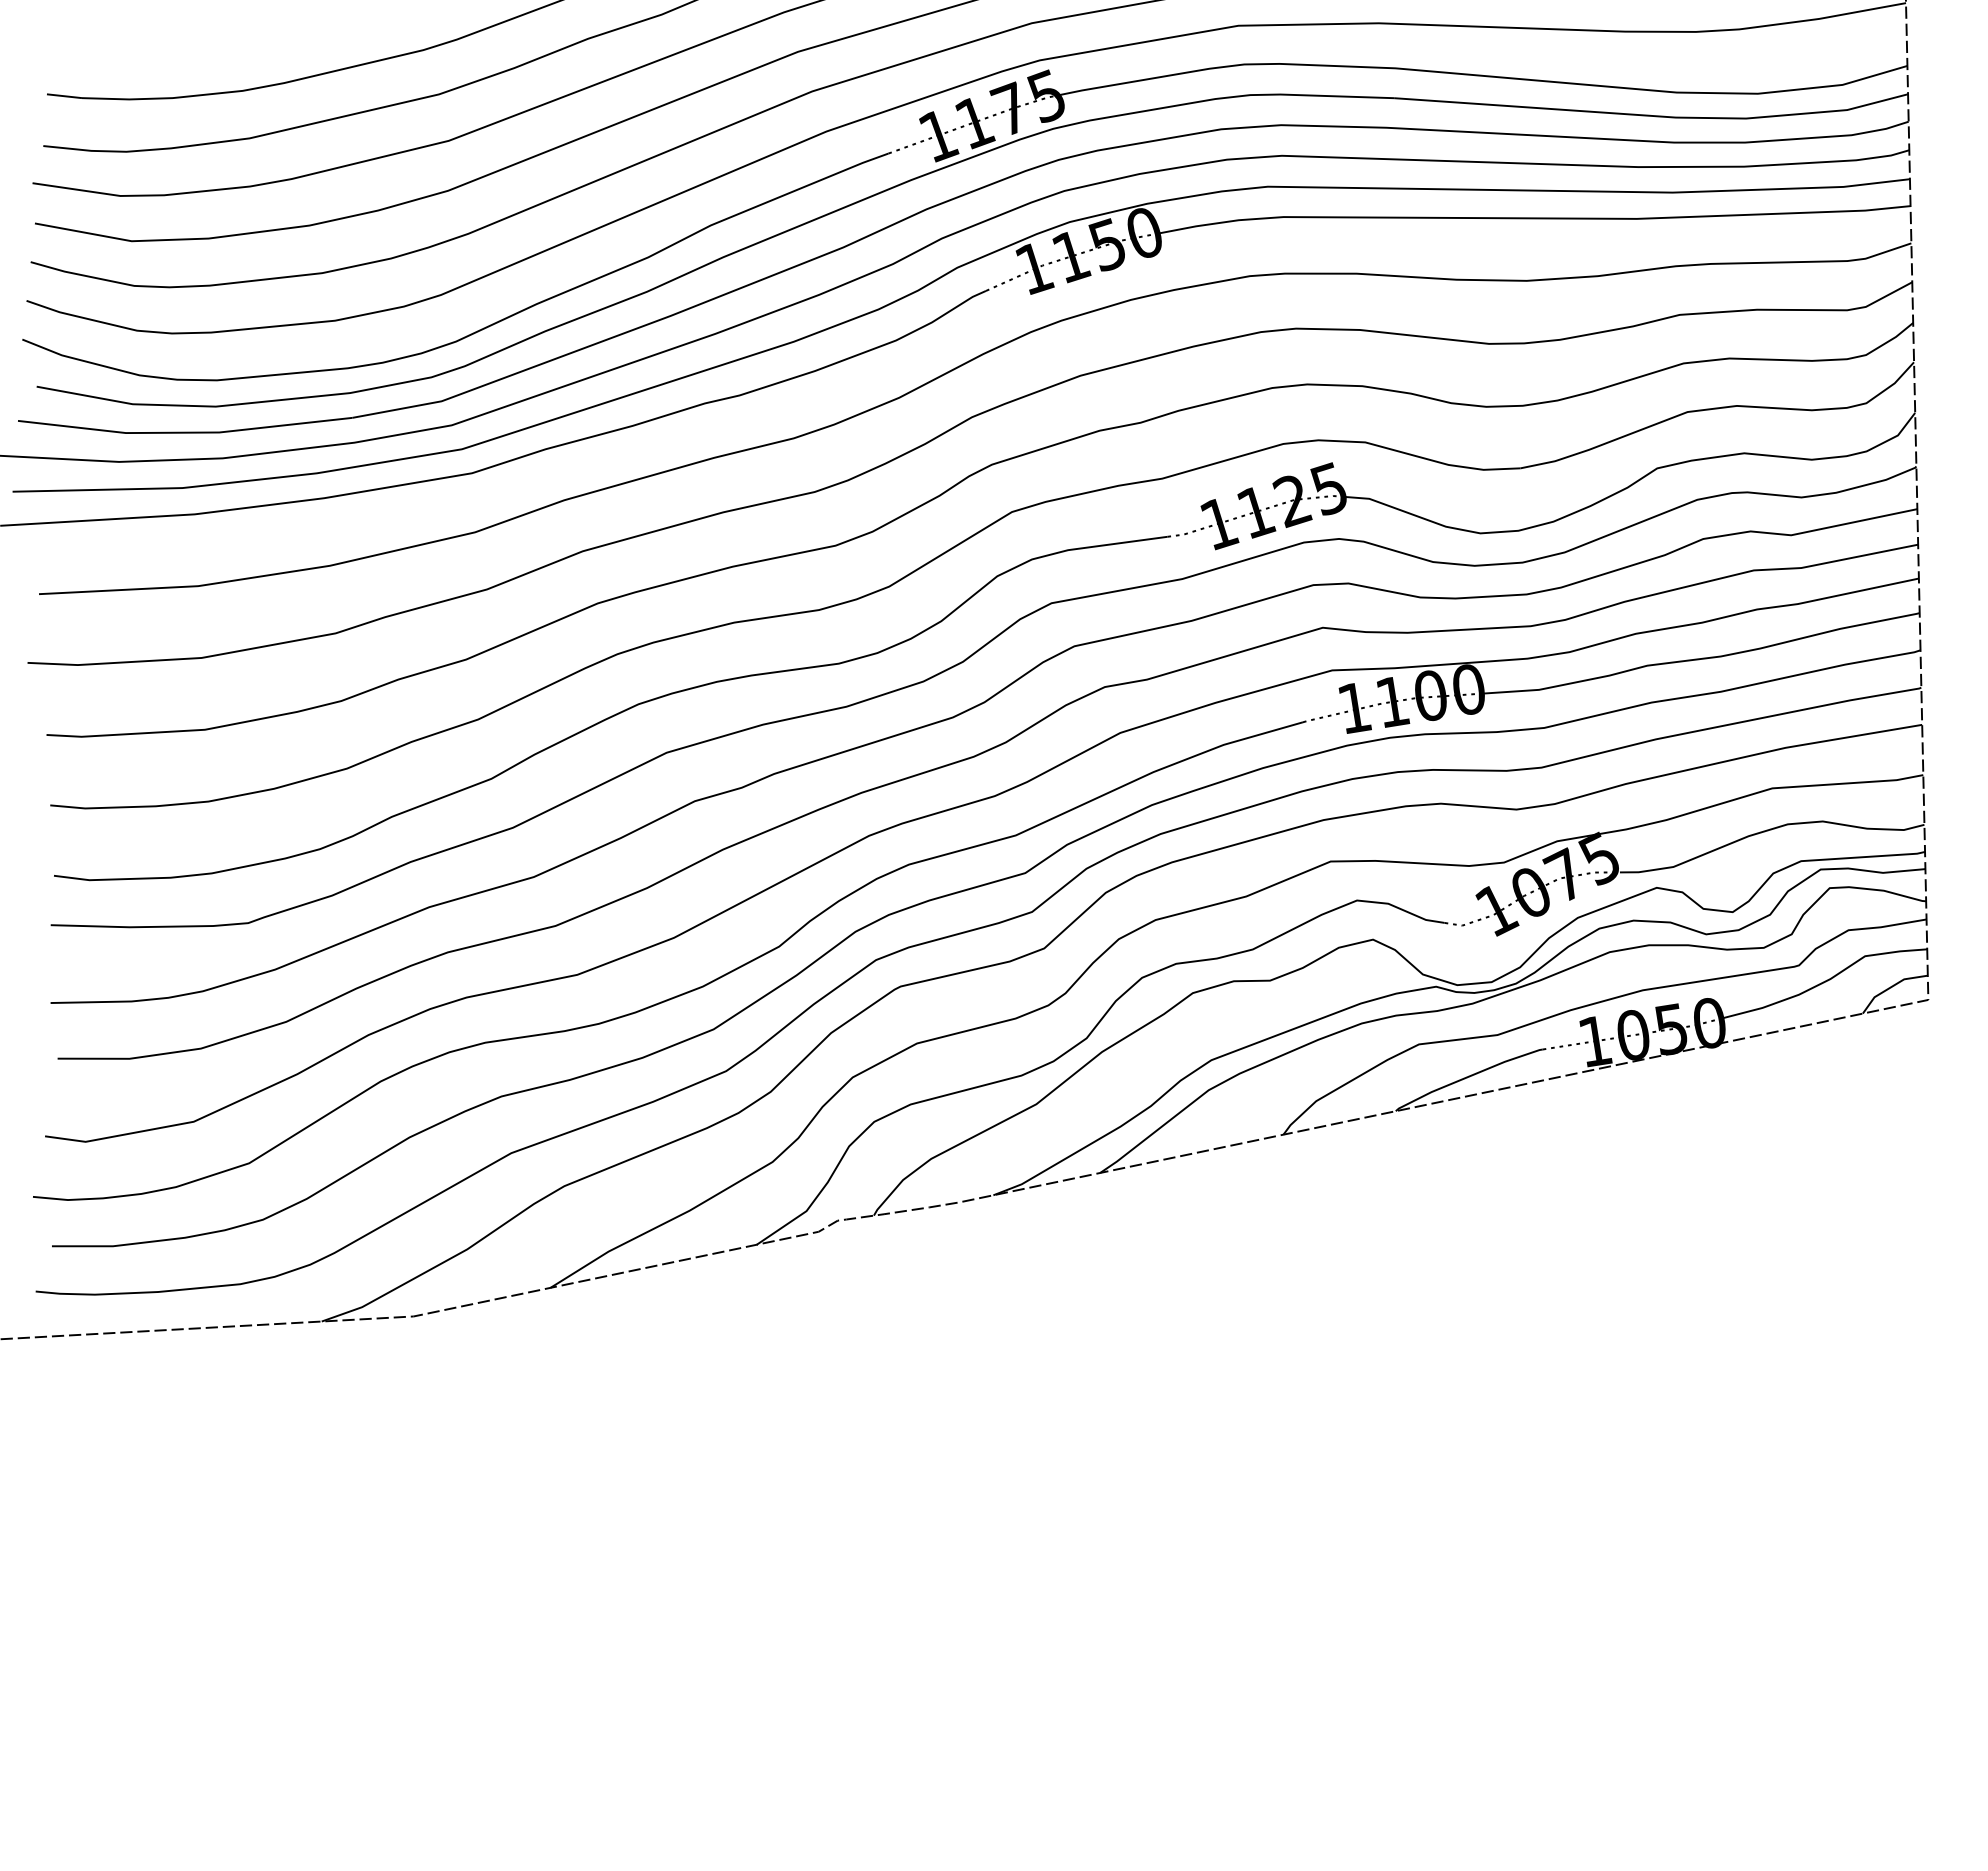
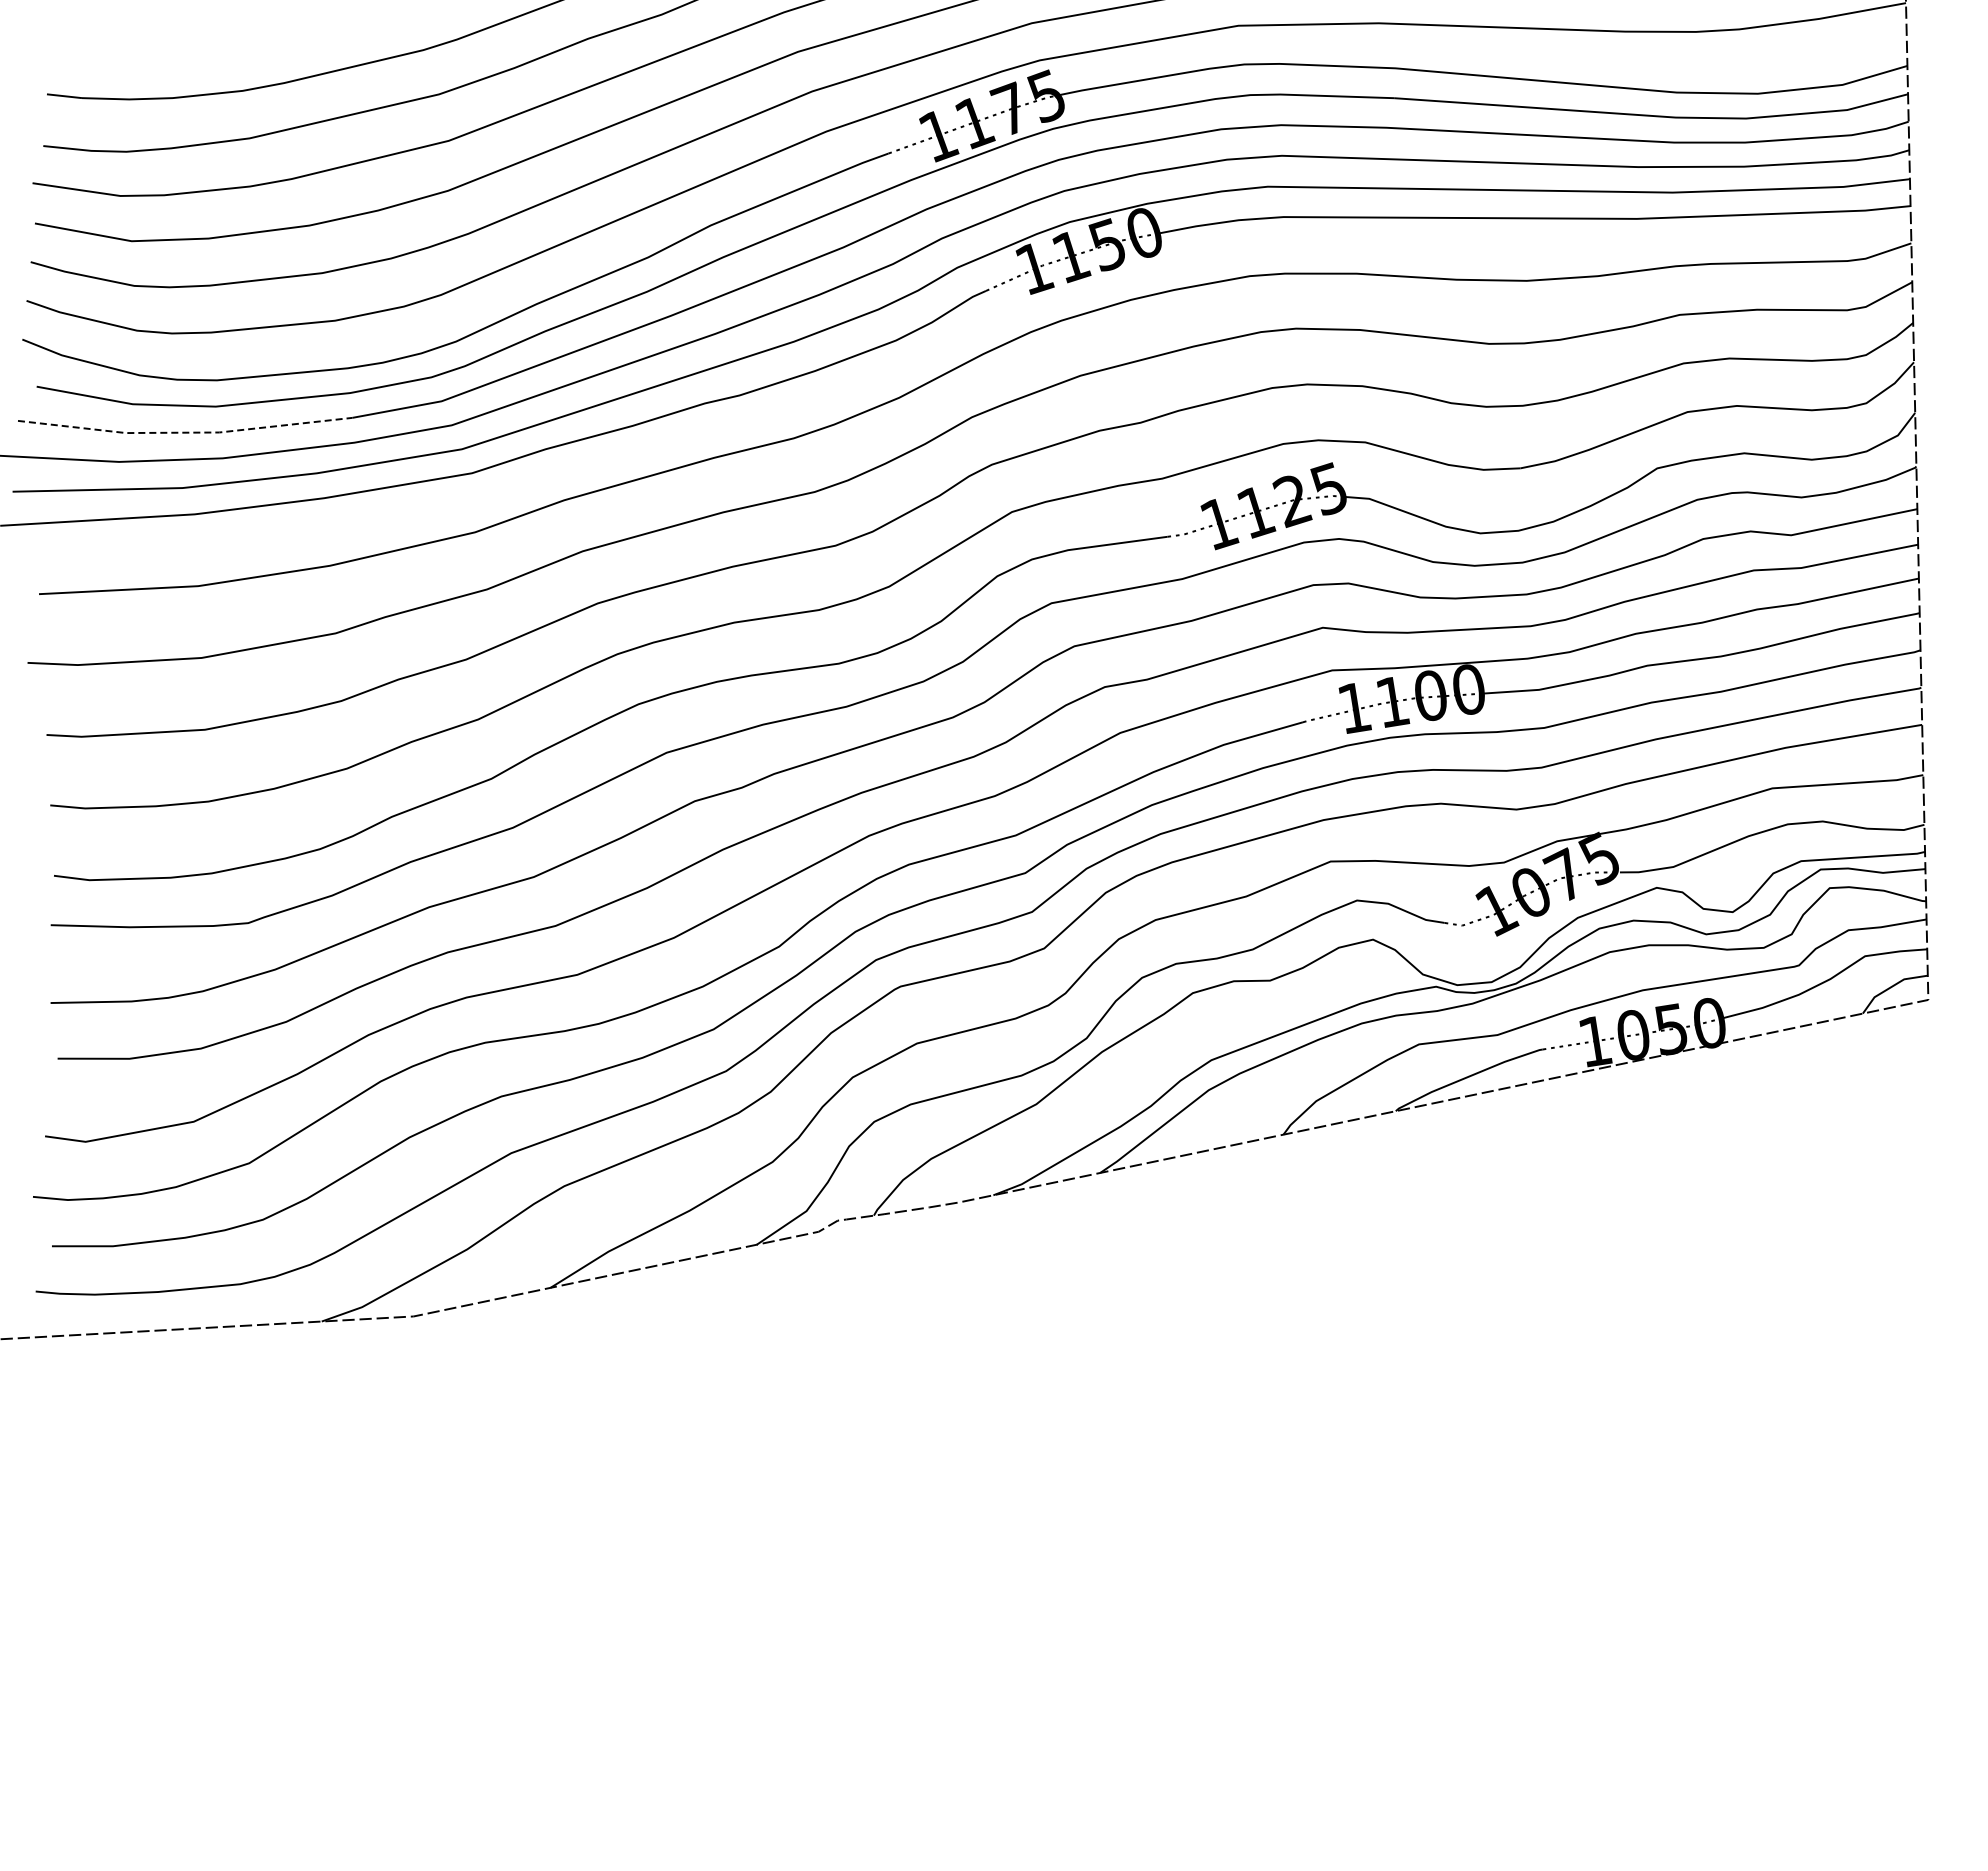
line at (185, 432): solid -> dashed
